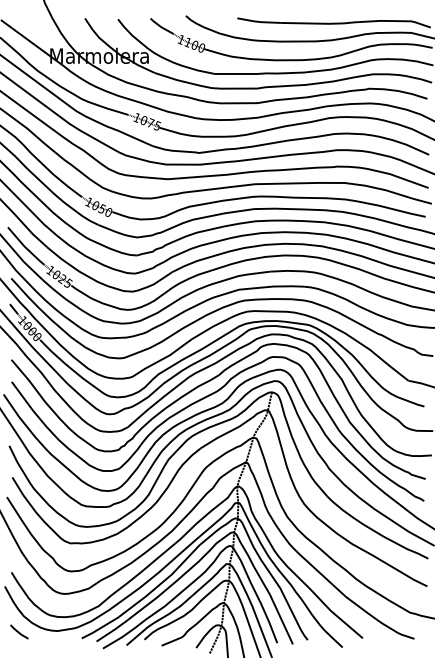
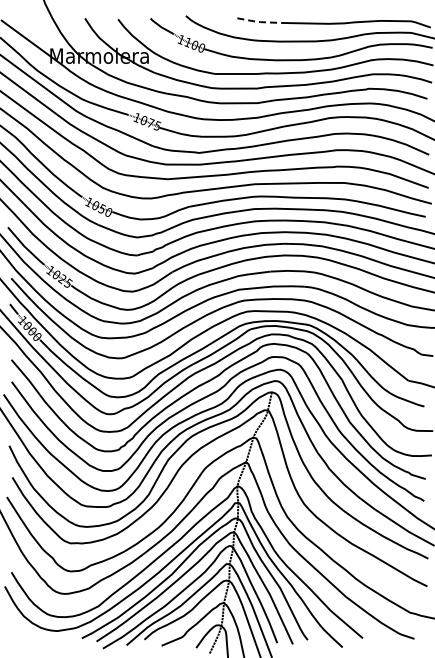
line at (259, 22): solid -> dashed
line at (18, 631): present -> none
